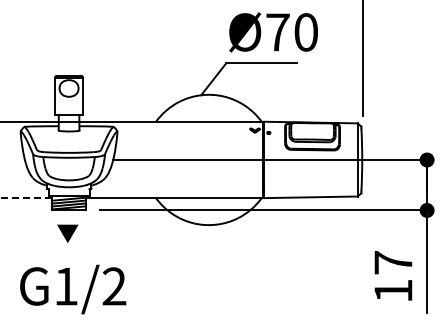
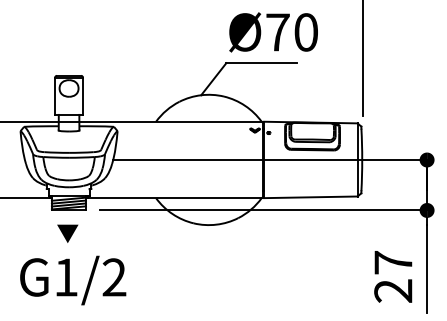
line at (25, 198): dashed -> solid
text at (73, 289) position: (73, 289) -> (73, 280)
text at (393, 290): 17 -> 27
